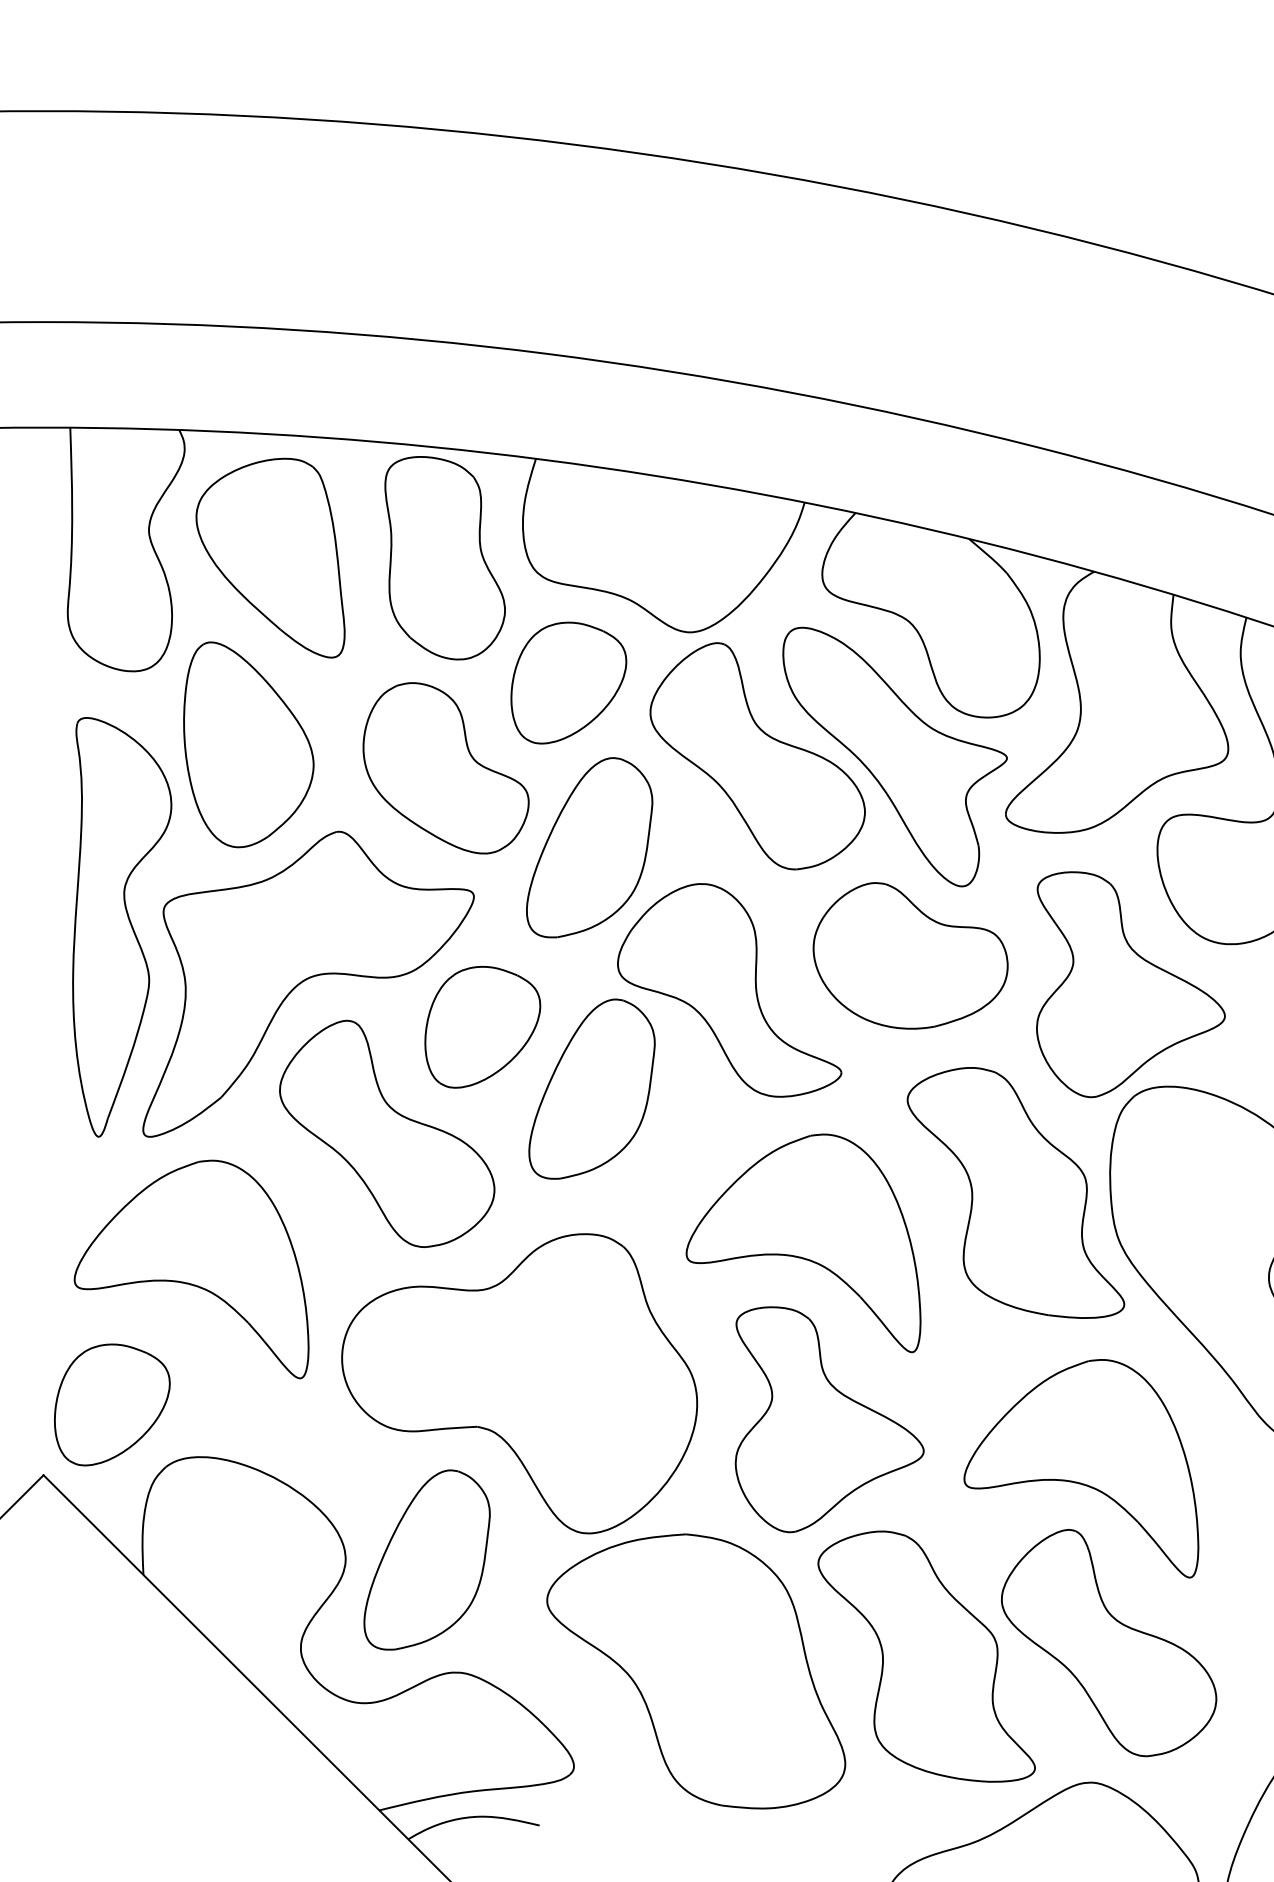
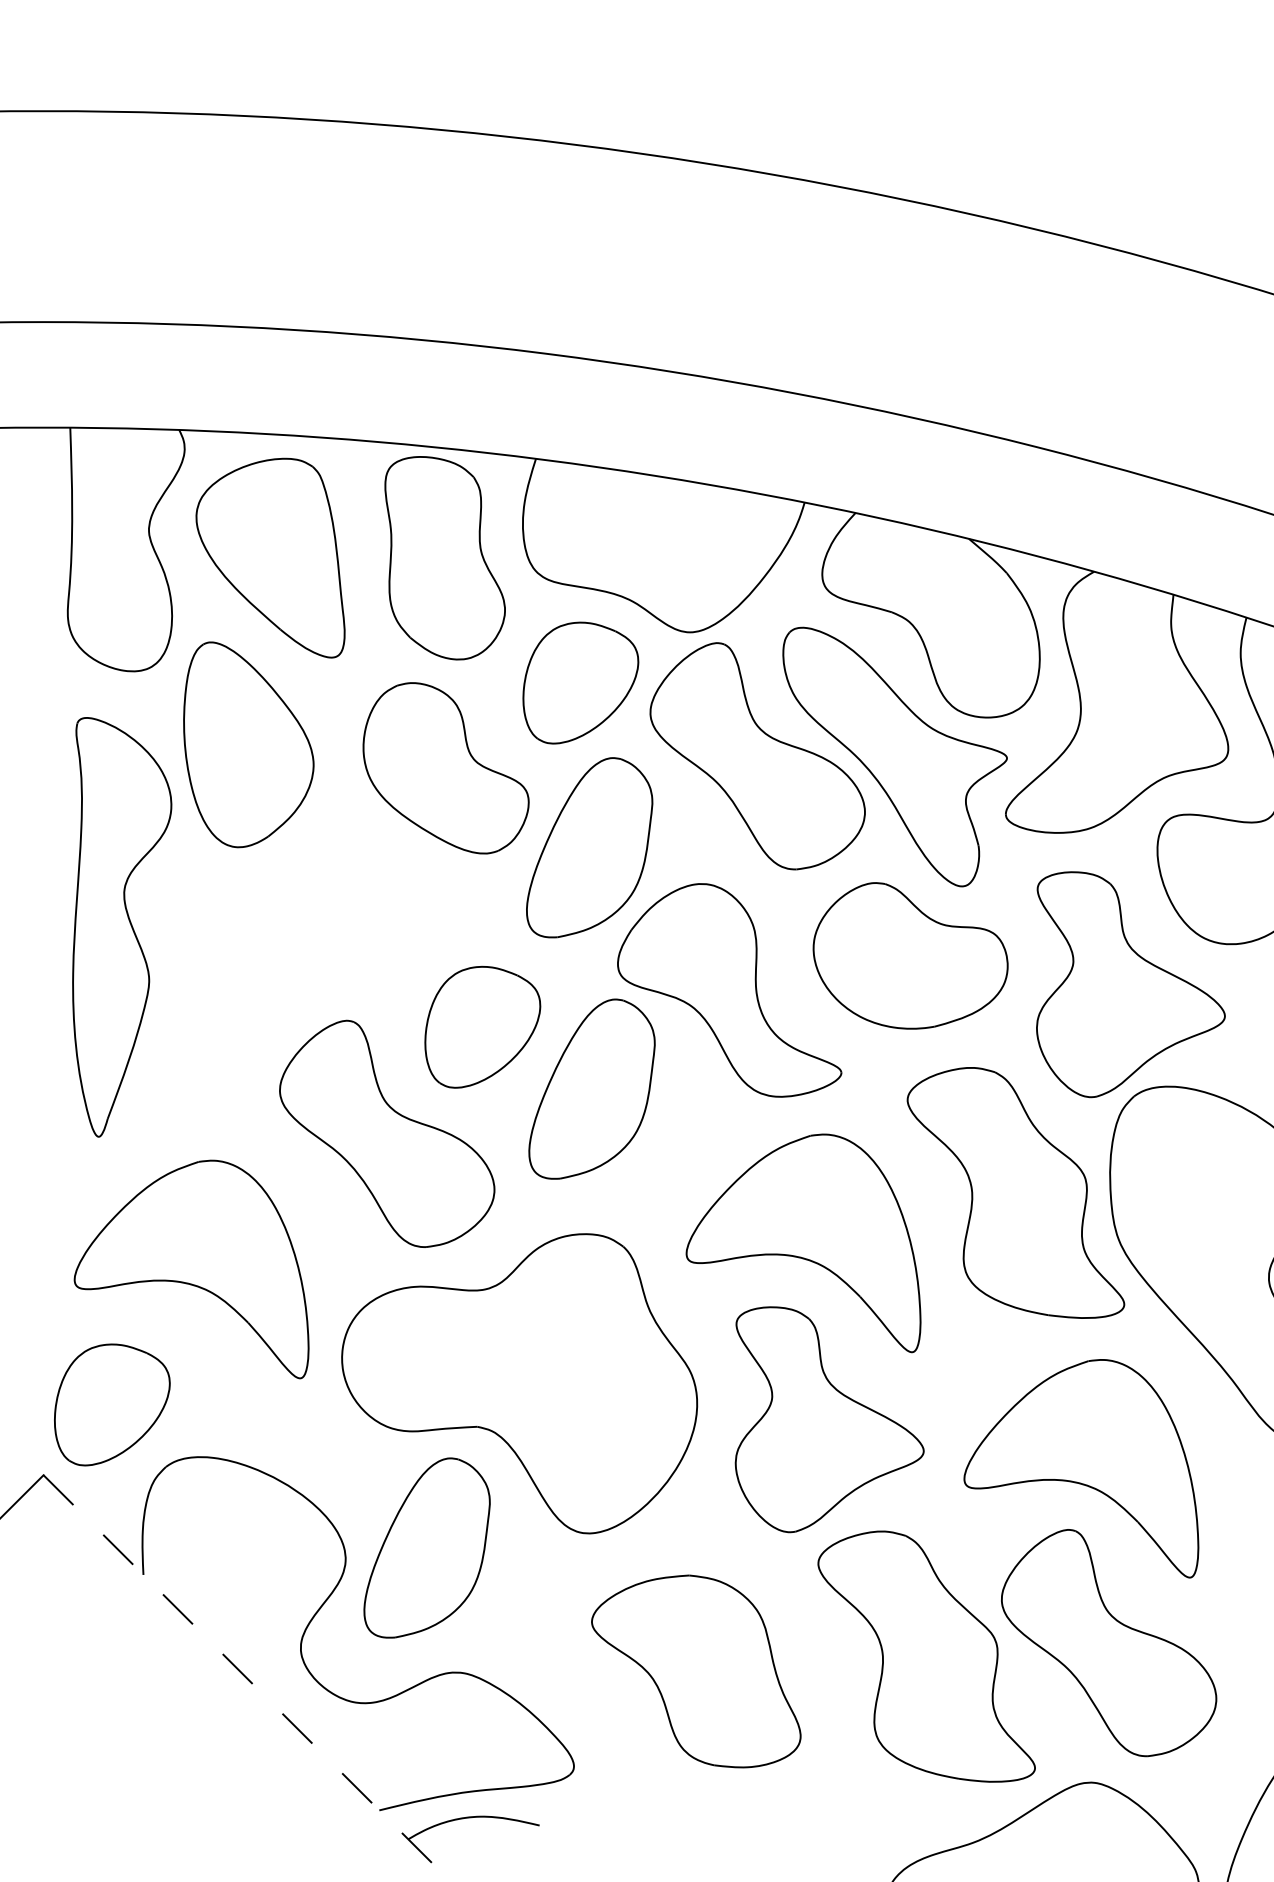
part at (568, 682) position: (568, 682) -> (580, 682)
part at (308, 983): present -> none
part at (426, 1559) position: (426, 1559) -> (426, 1547)
part at (696, 1671) size: 301x277 px -> 211x195 px
line at (247, 1678): solid -> dashed
